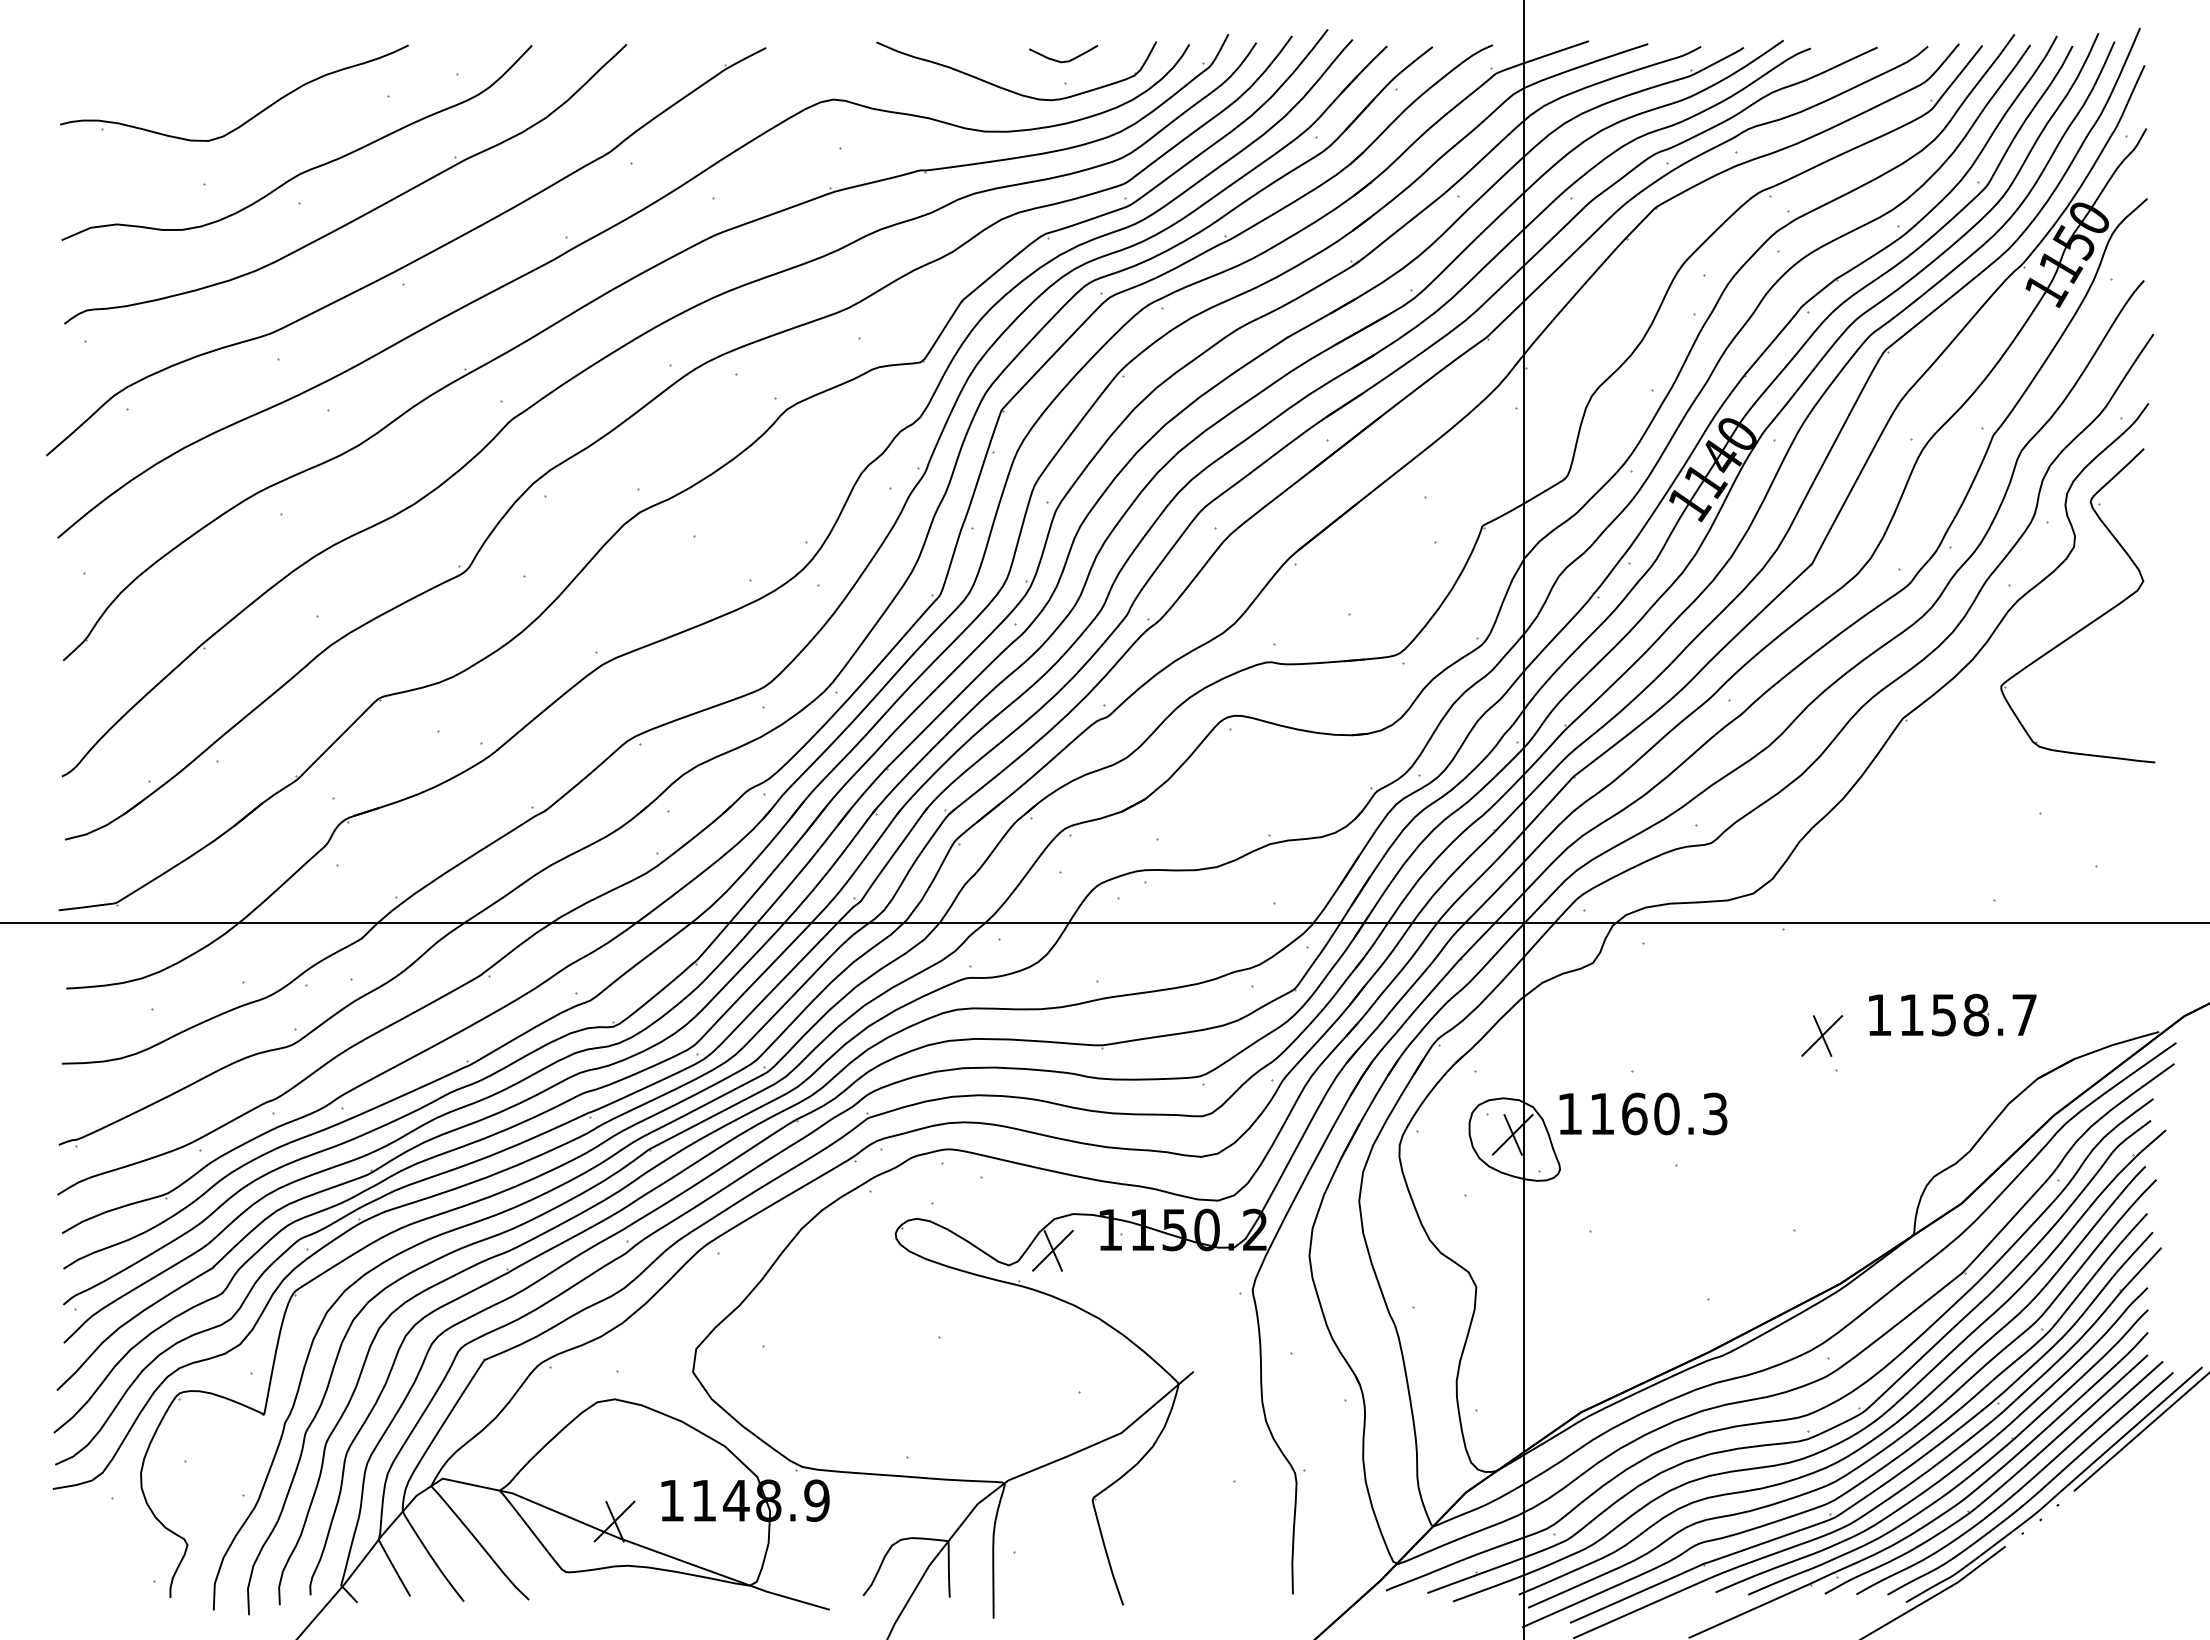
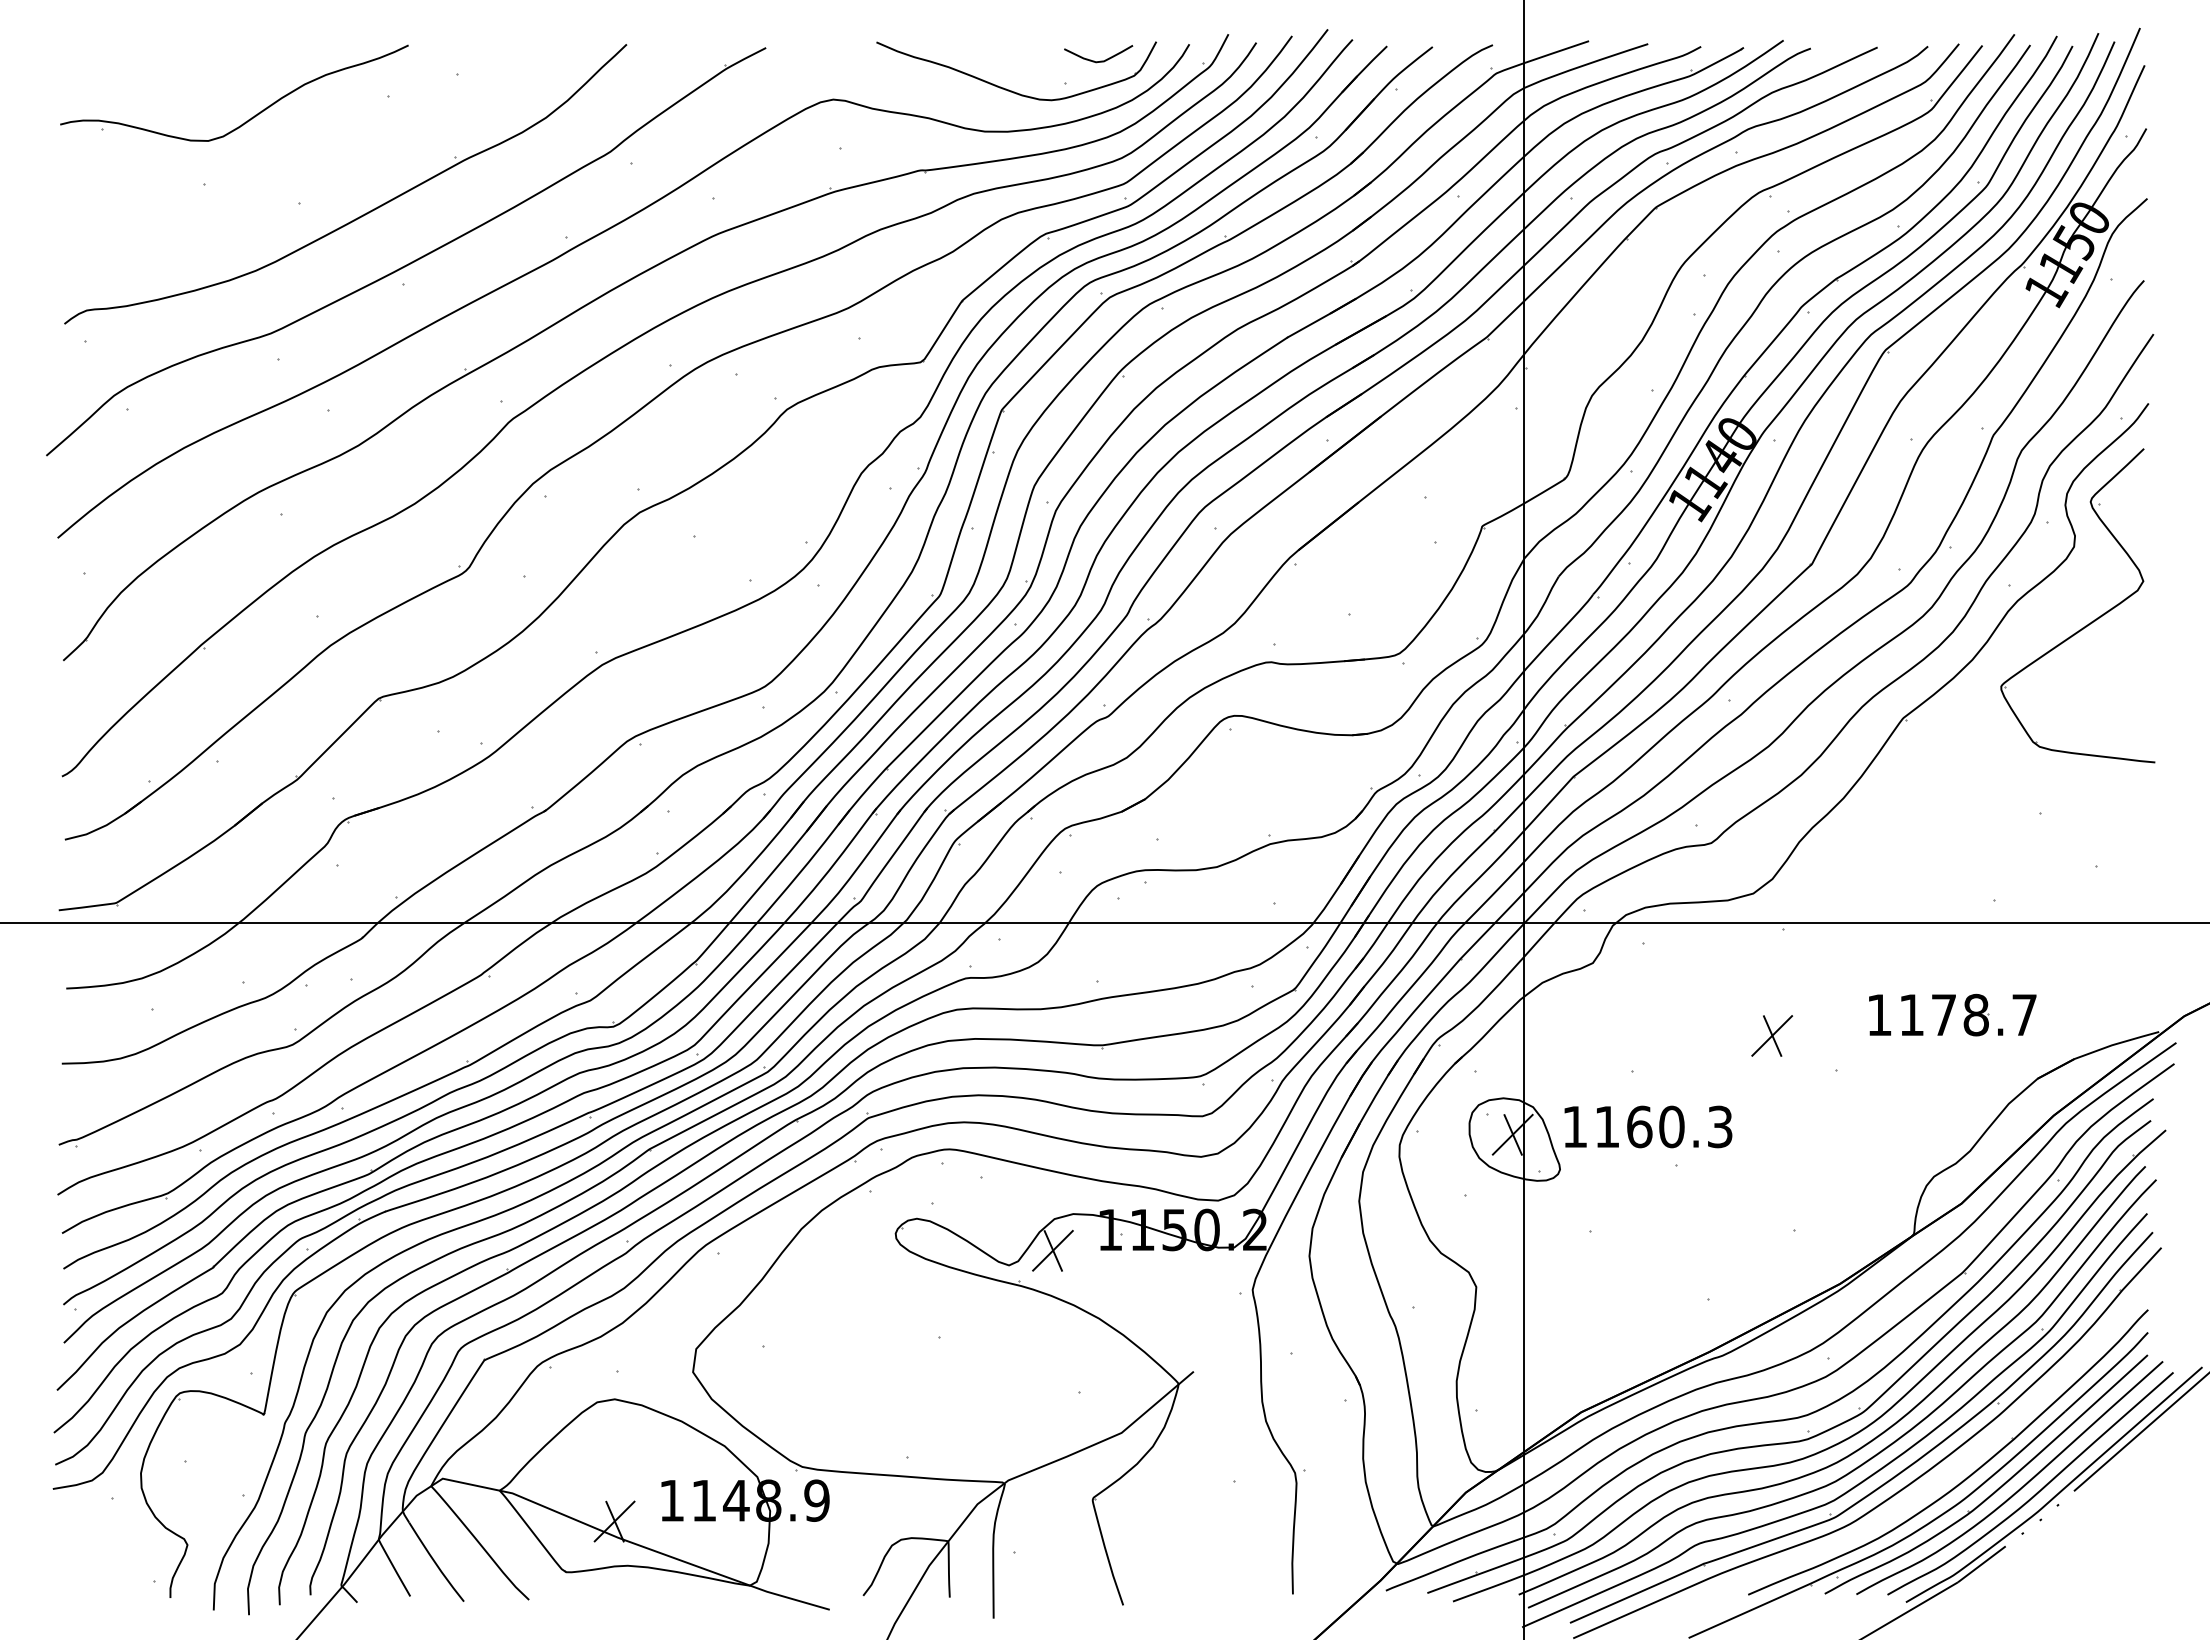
curve at (1065, 60) position: (1065, 60) -> (1100, 60)
curve at (307, 169): present -> none
text at (1943, 1015): 1158.7 -> 1178.7
part at (1822, 1035) position: (1822, 1035) -> (1772, 1035)
text at (1643, 1113) position: (1643, 1113) -> (1648, 1126)
curve at (1952, 1469): present -> none
